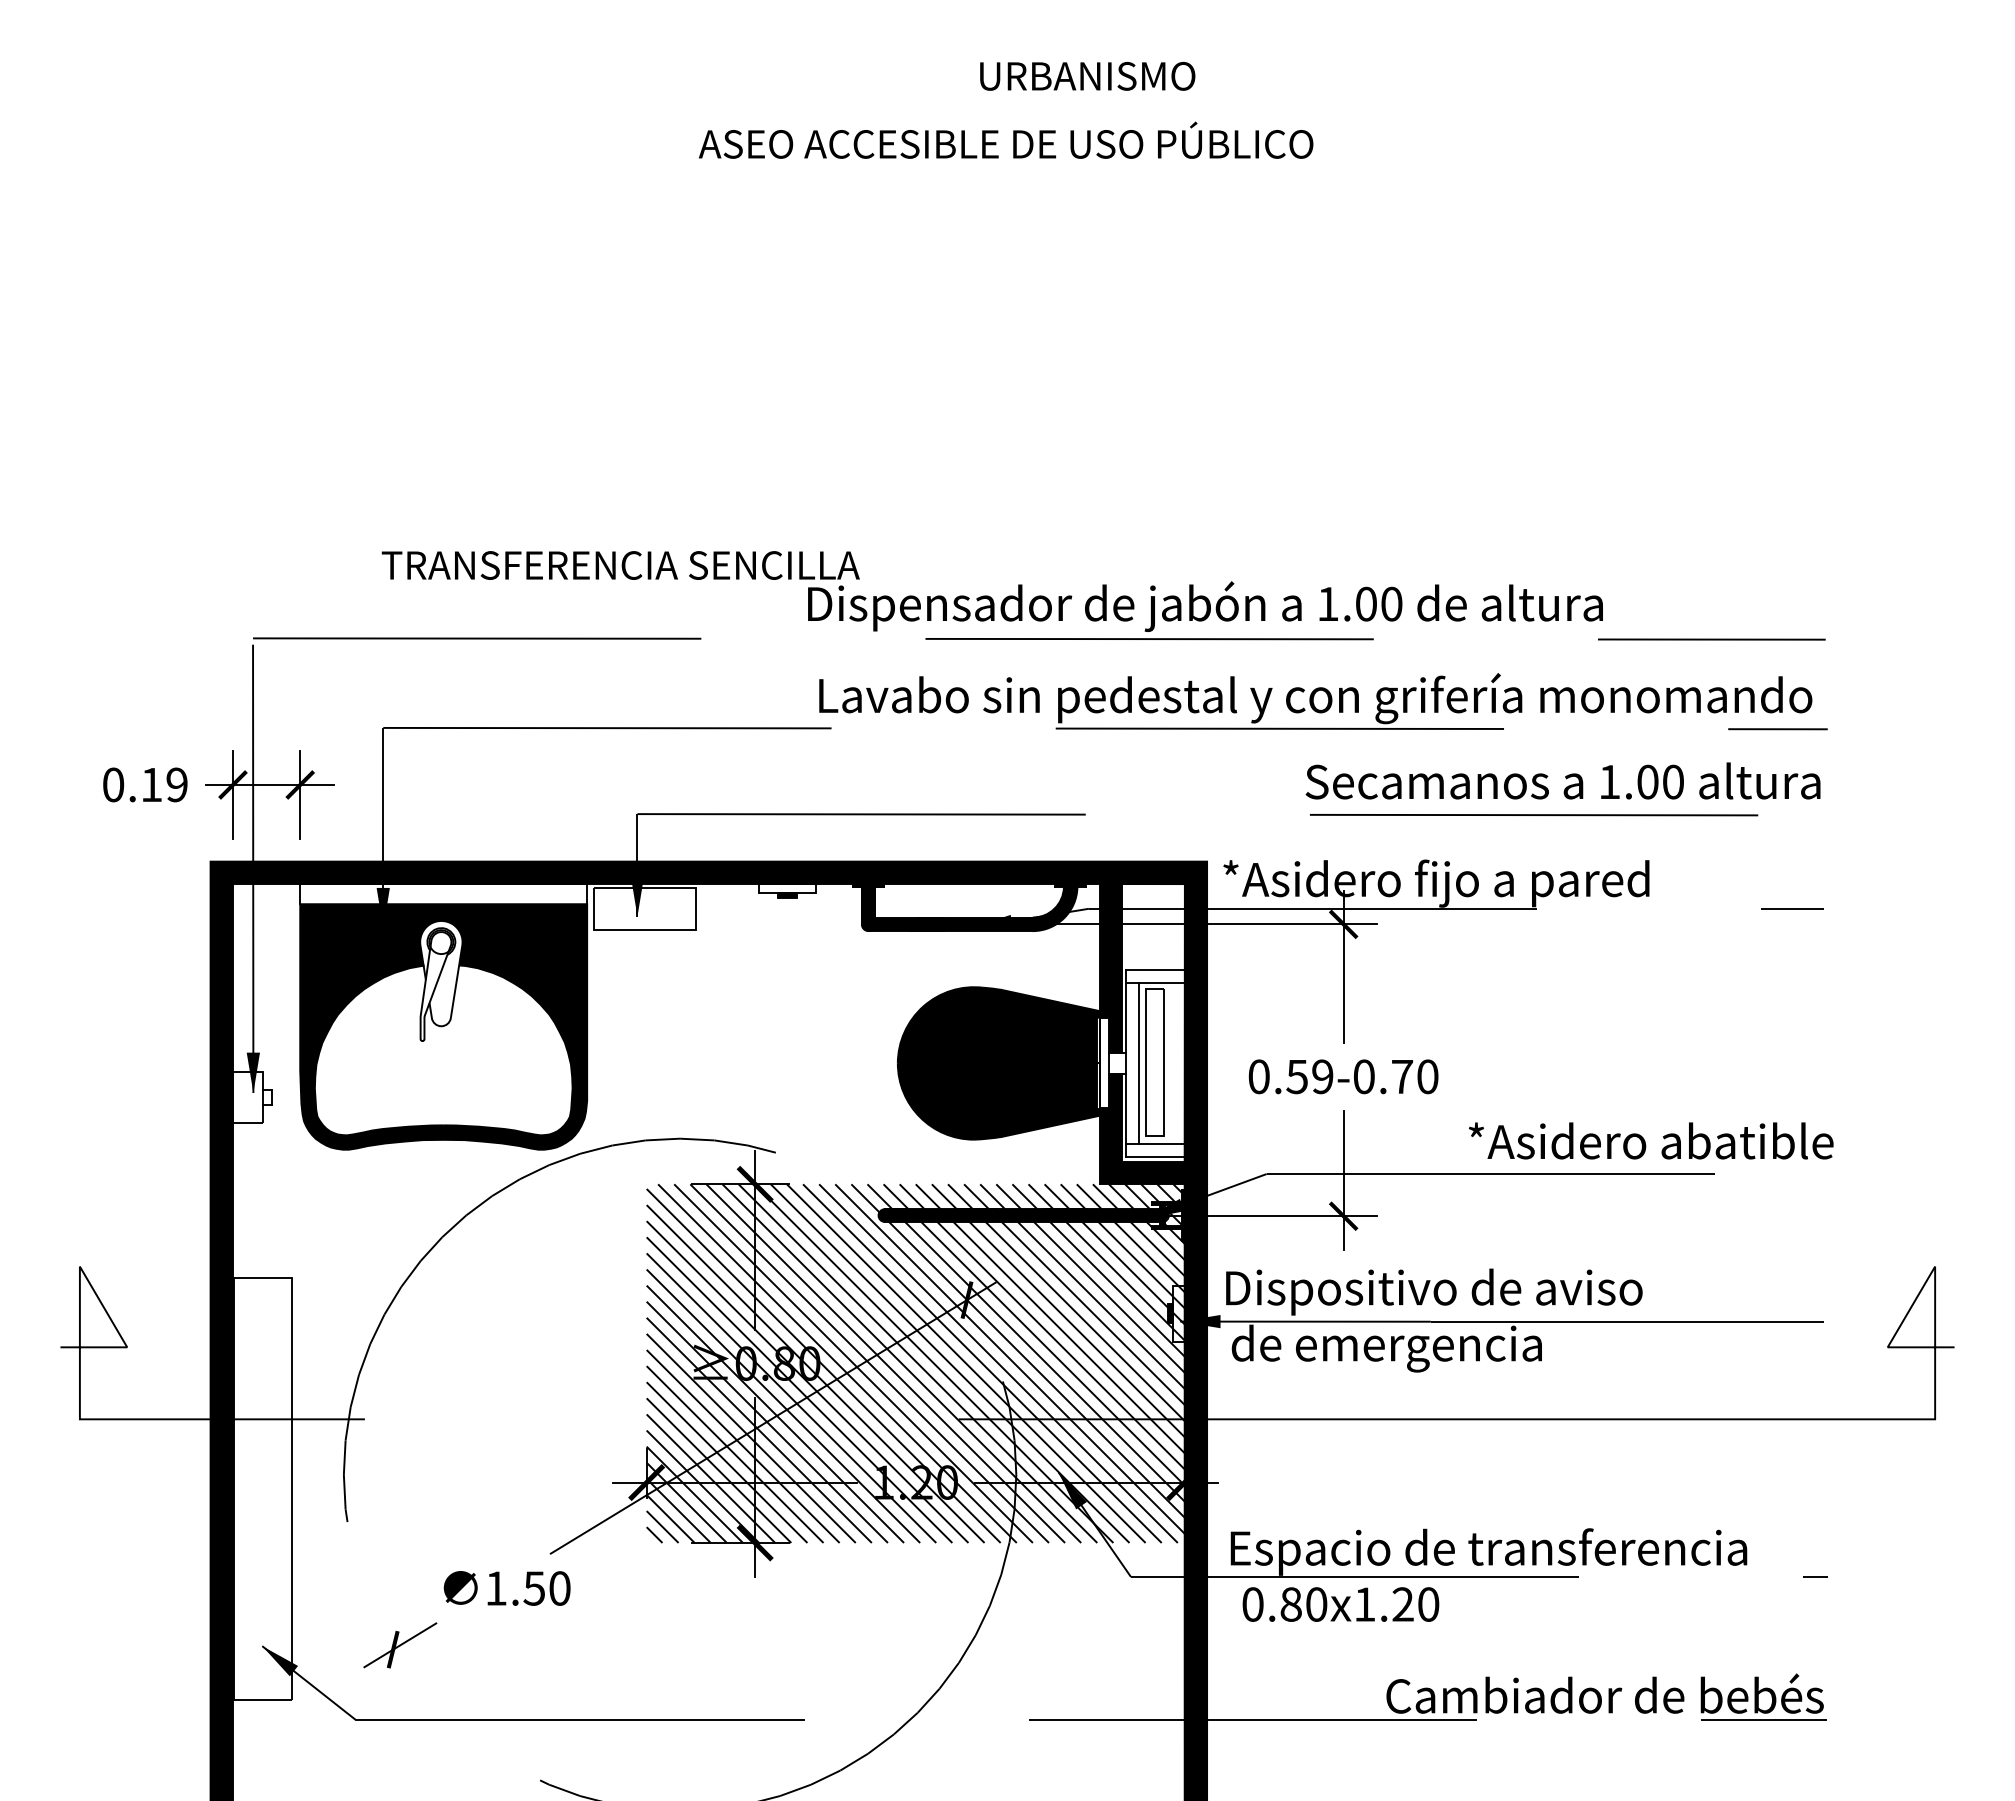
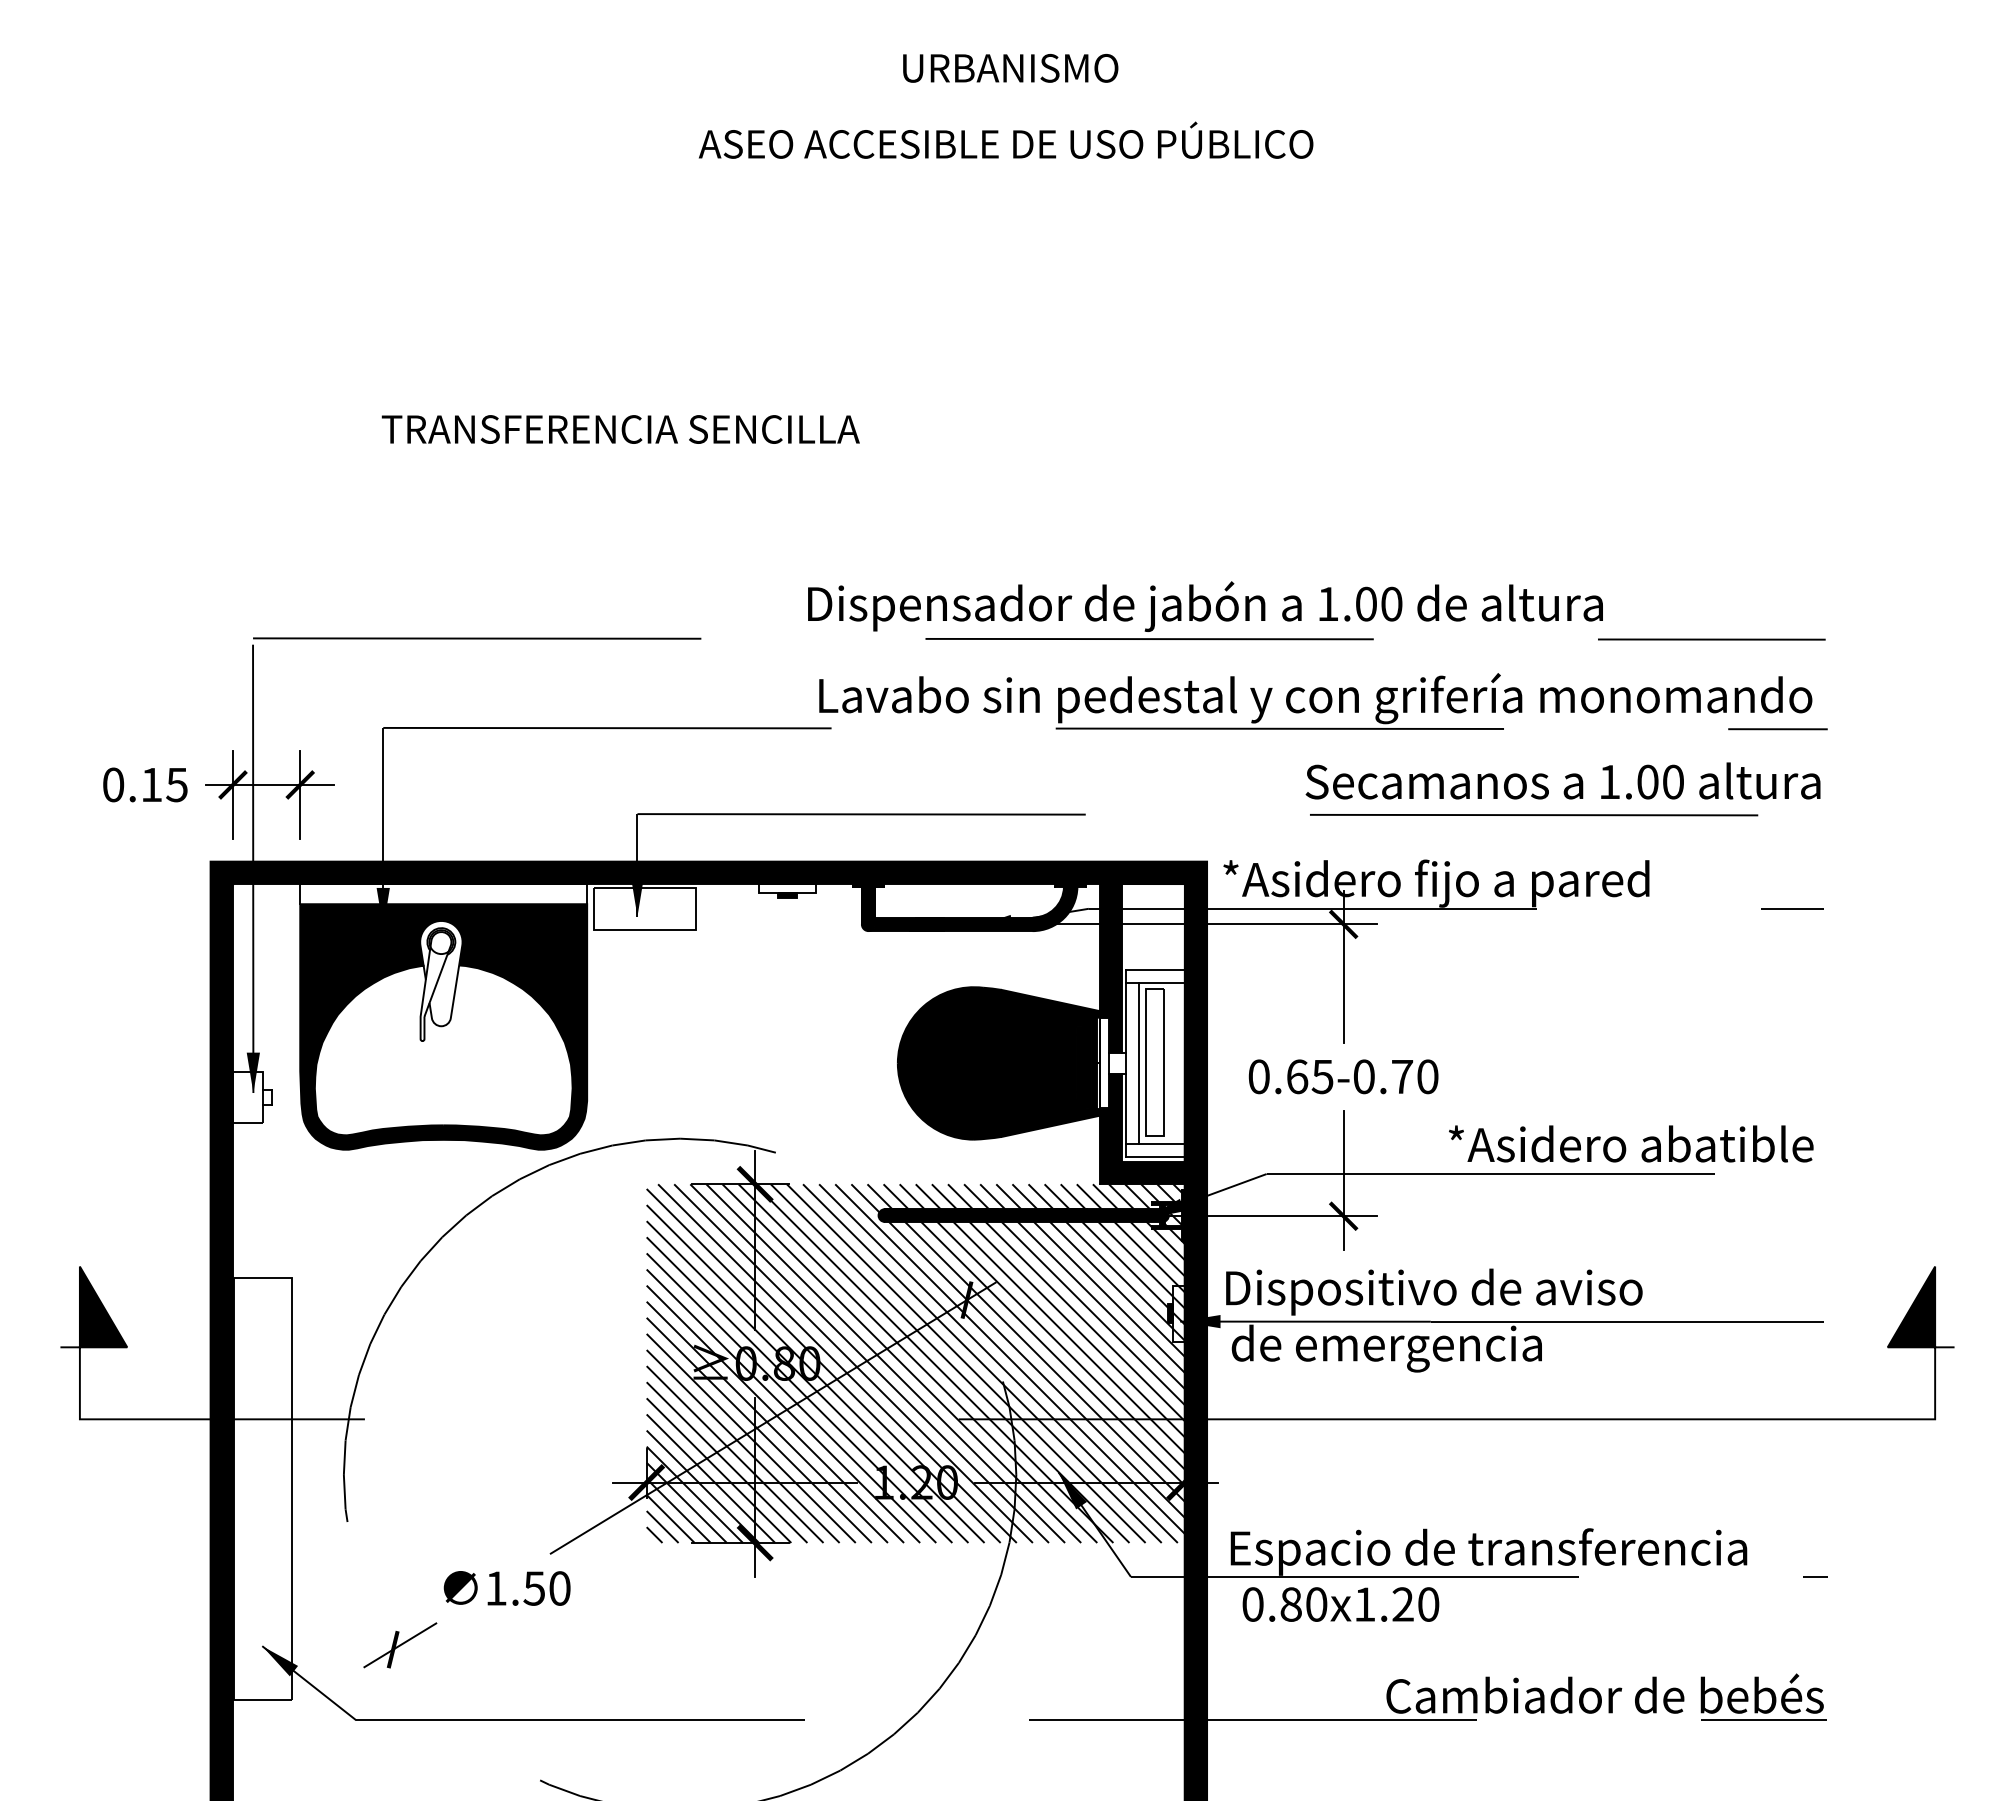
text at (1087, 76) position: (1087, 76) -> (1010, 68)
text at (620, 565) position: (620, 565) -> (620, 429)
text at (176, 784): 0.19 -> 0.15
text at (1309, 1076): 0.59-0.70 -> 0.65-0.70
text at (1651, 1140) position: (1651, 1140) -> (1631, 1143)
fill at (103, 1306): none -> present
fill at (1911, 1306): none -> present
